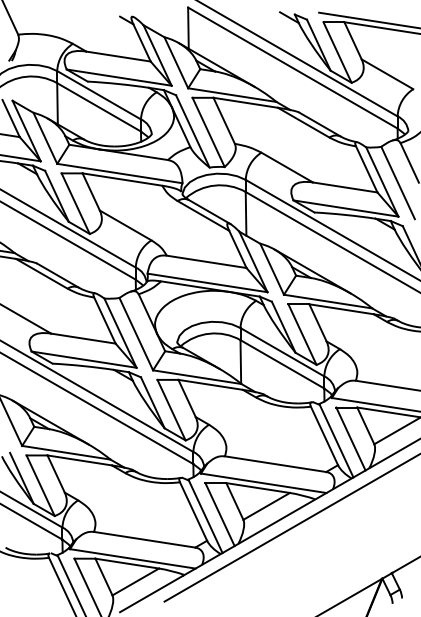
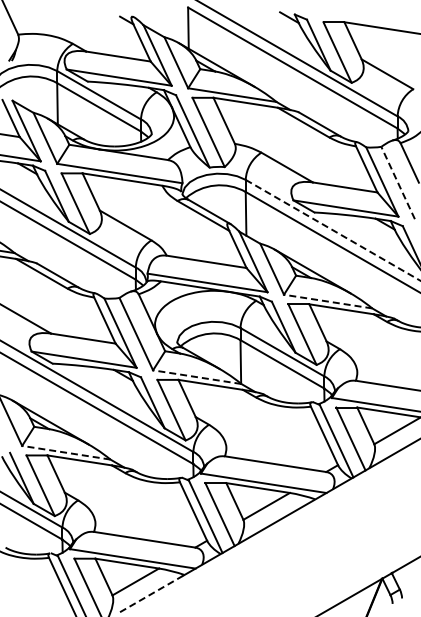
line at (368, 19): present -> none
line at (398, 183): solid -> dashed
line at (333, 230): solid -> dashed
line at (328, 301): solid -> dashed
line at (197, 377): solid -> dashed
line at (66, 452): solid -> dashed
line at (290, 528): present -> none
line at (151, 593): solid -> dashed
